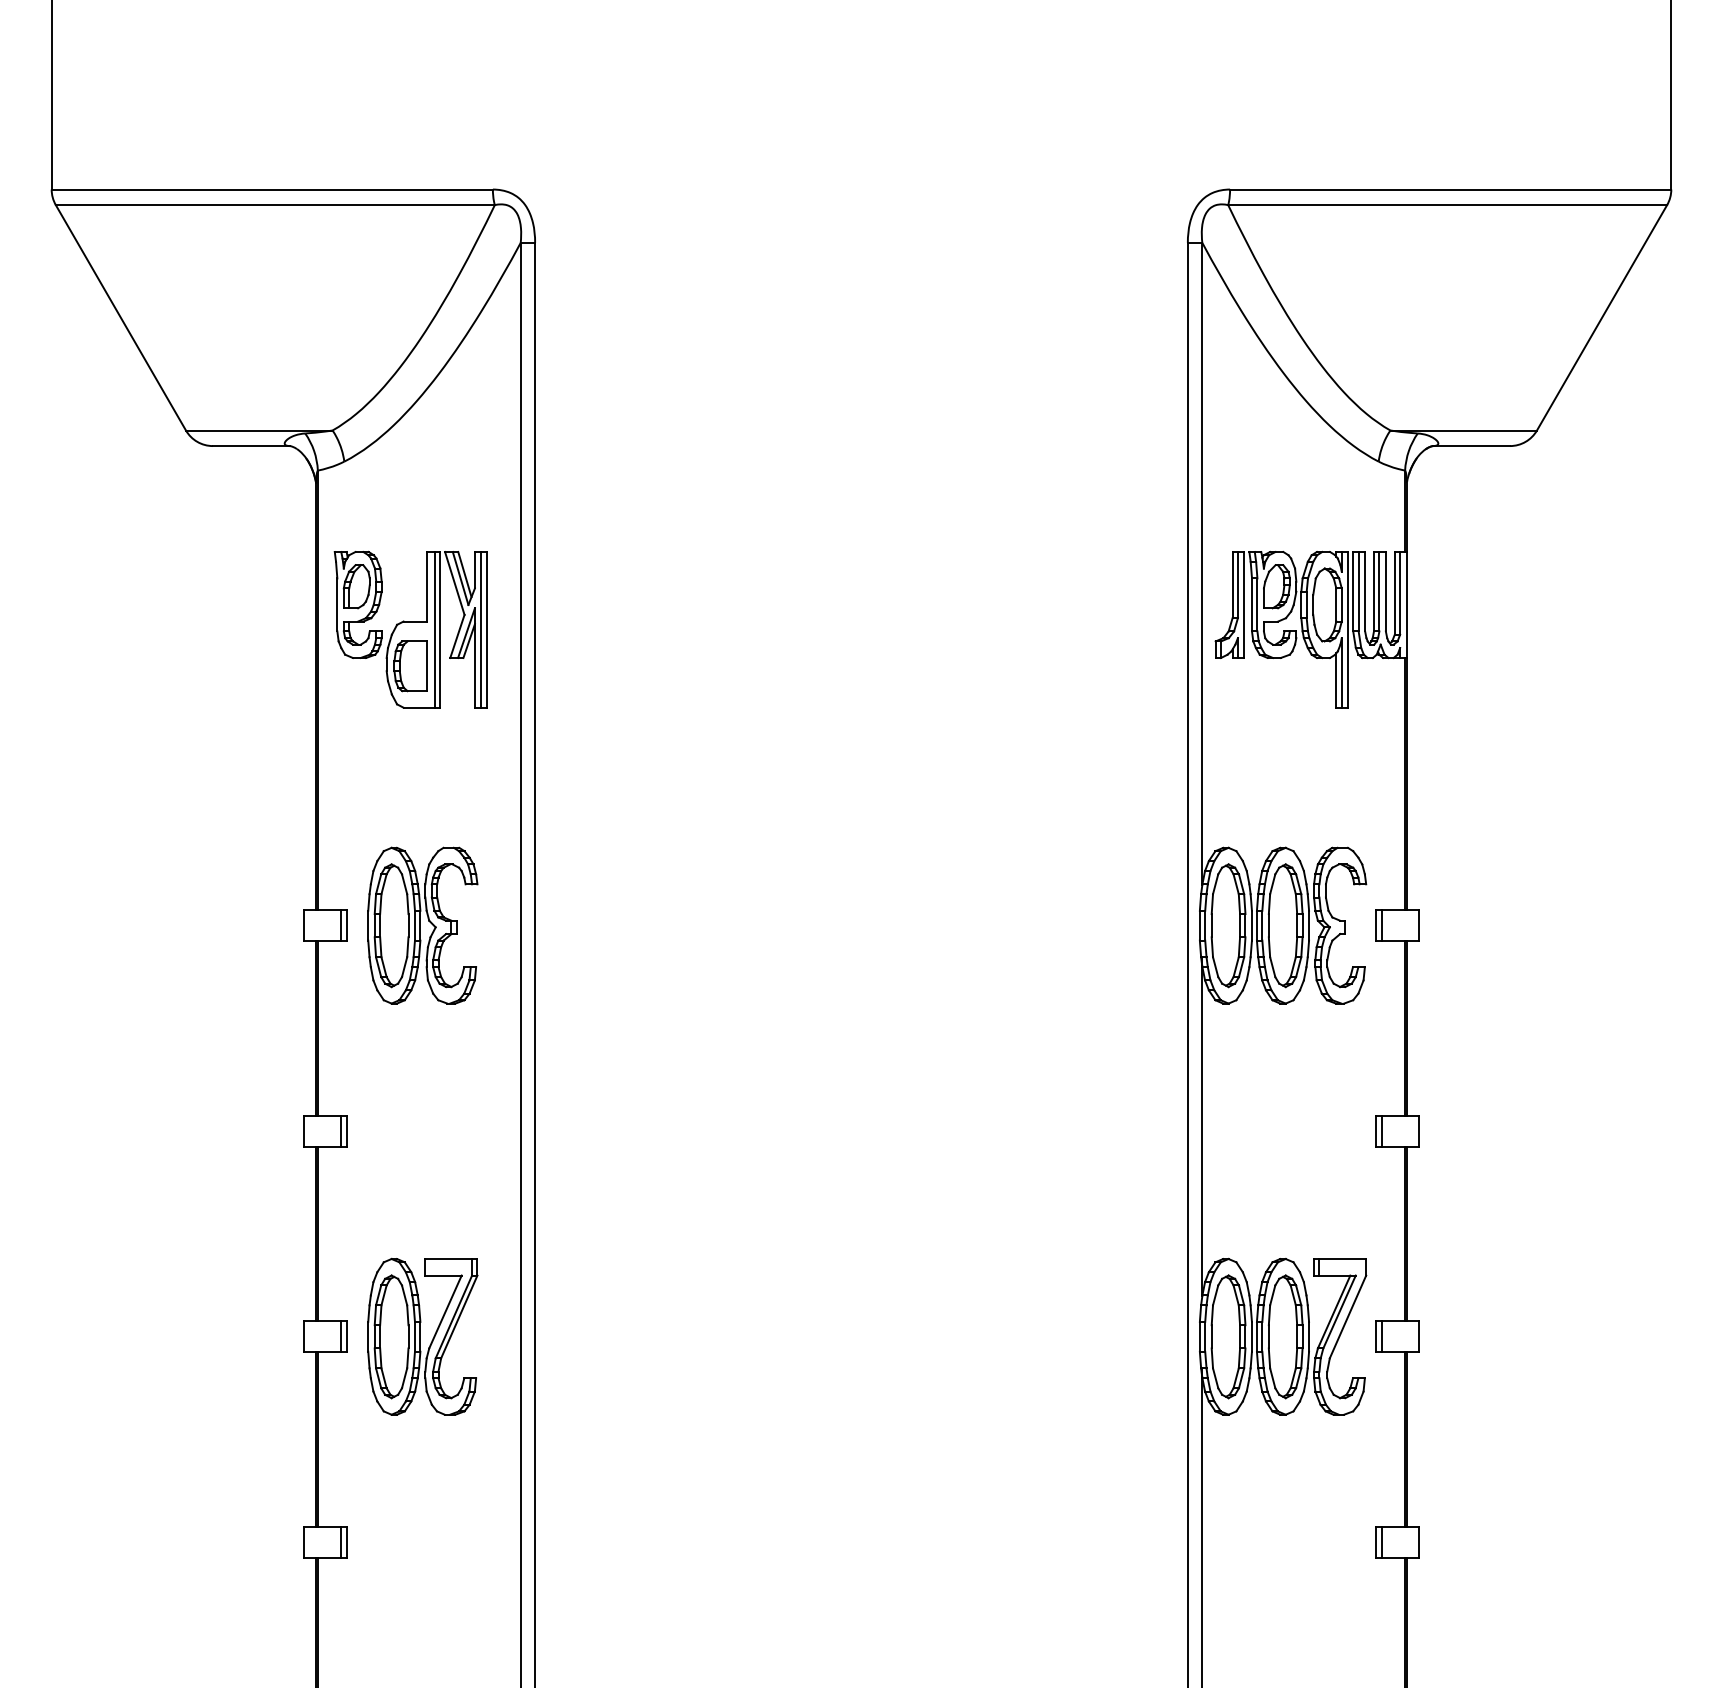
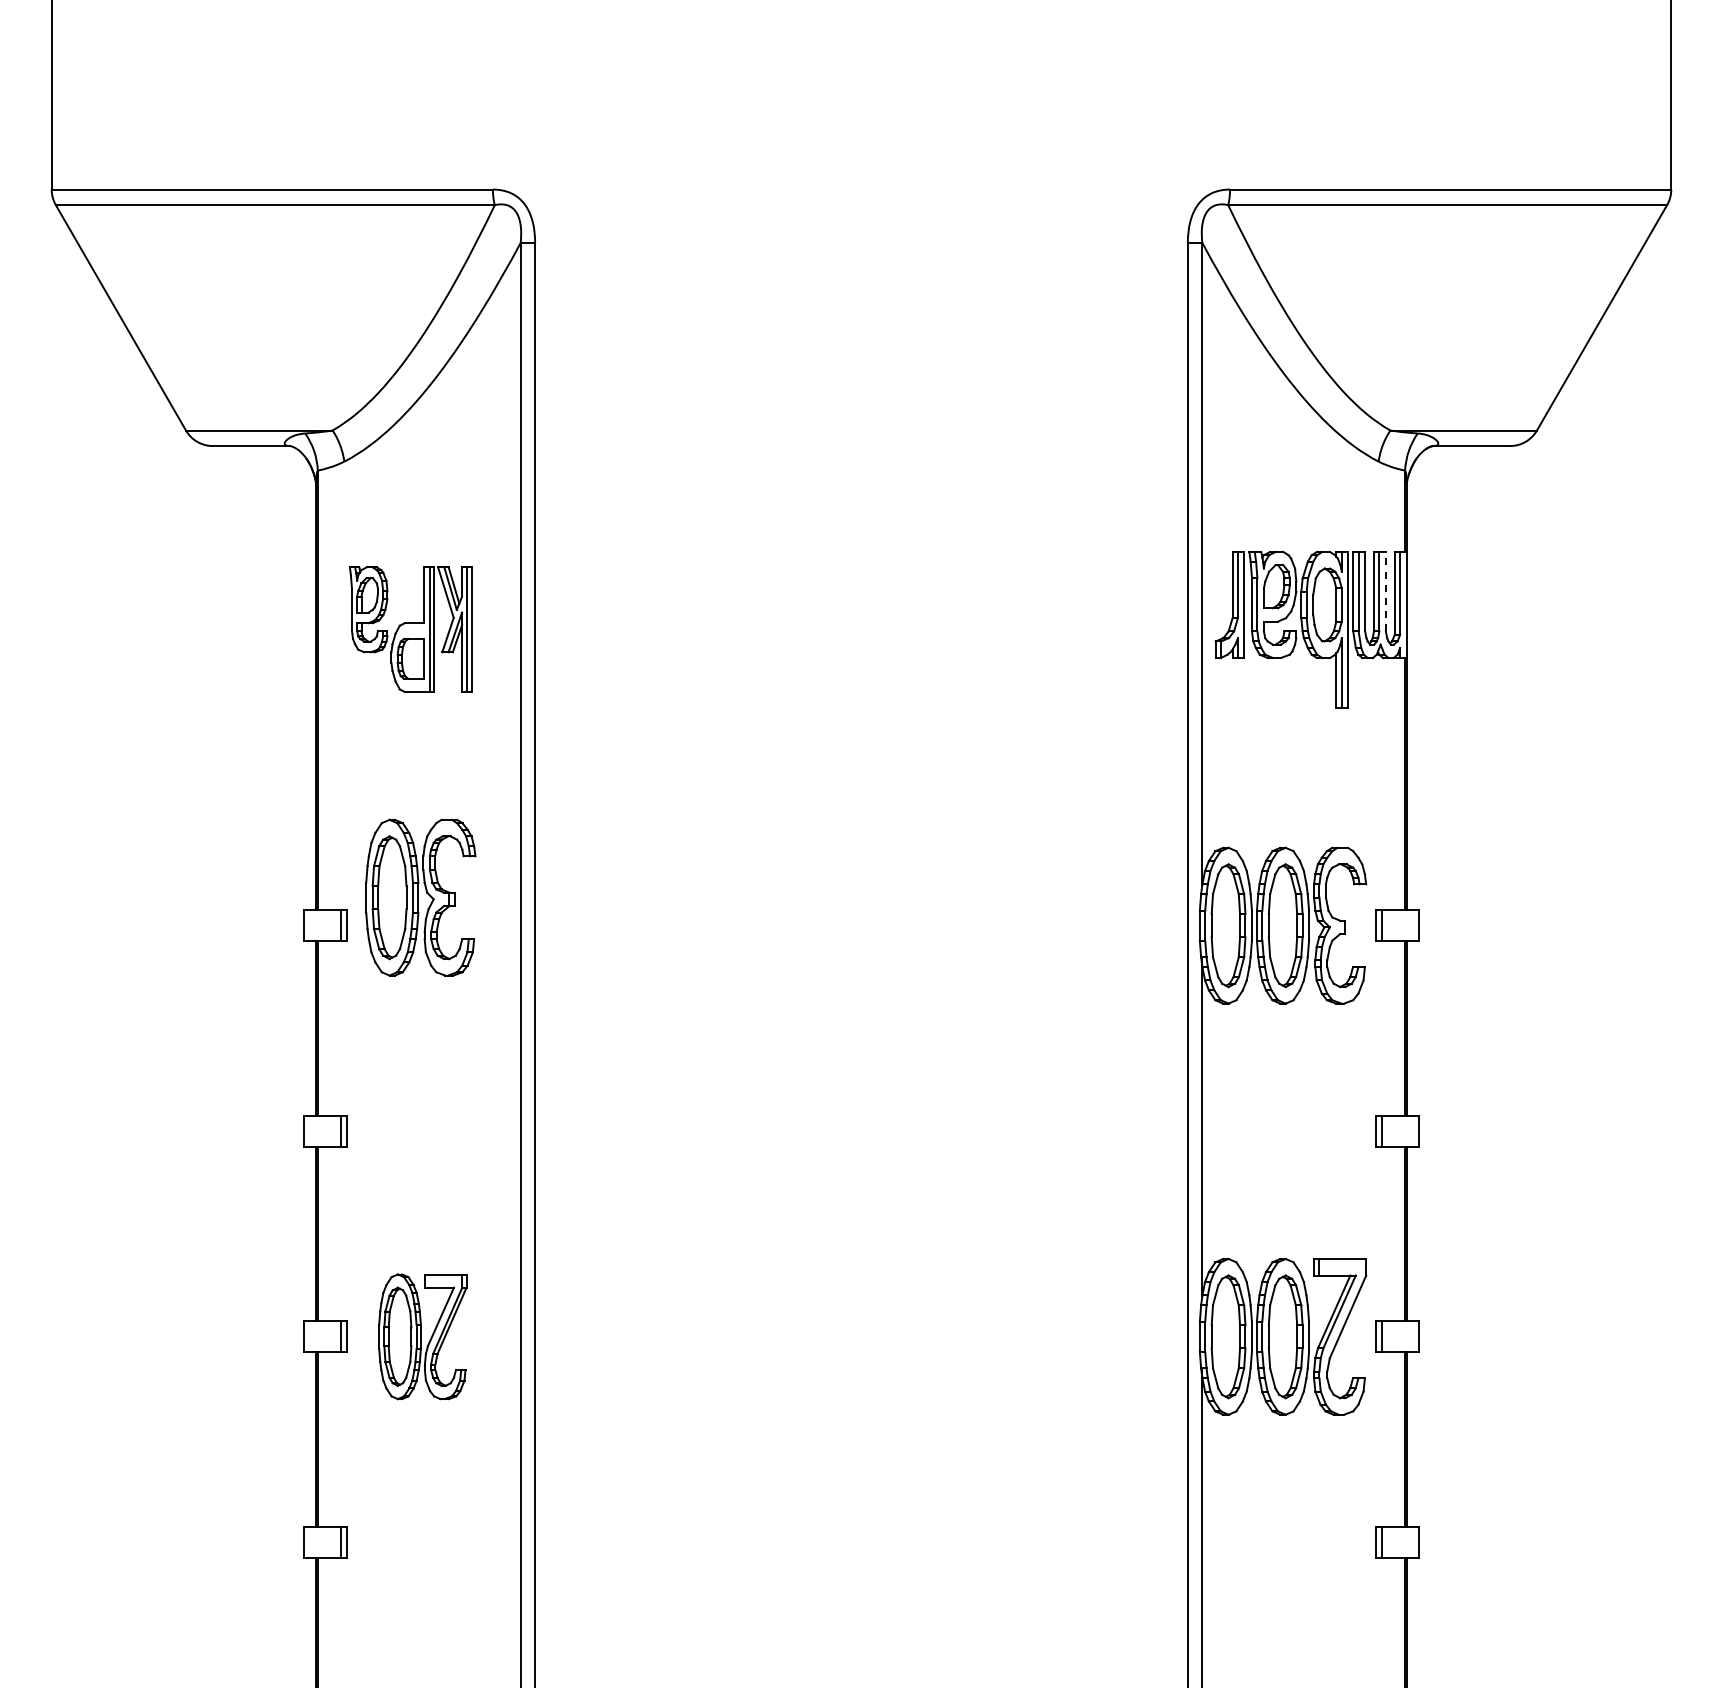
line at (1385, 591): solid -> dashed
part at (410, 629) size: 155x159 px -> 124x128 px
part at (422, 925) position: (422, 925) -> (420, 897)
part at (422, 1336) size: 112x159 px -> 90x128 px
